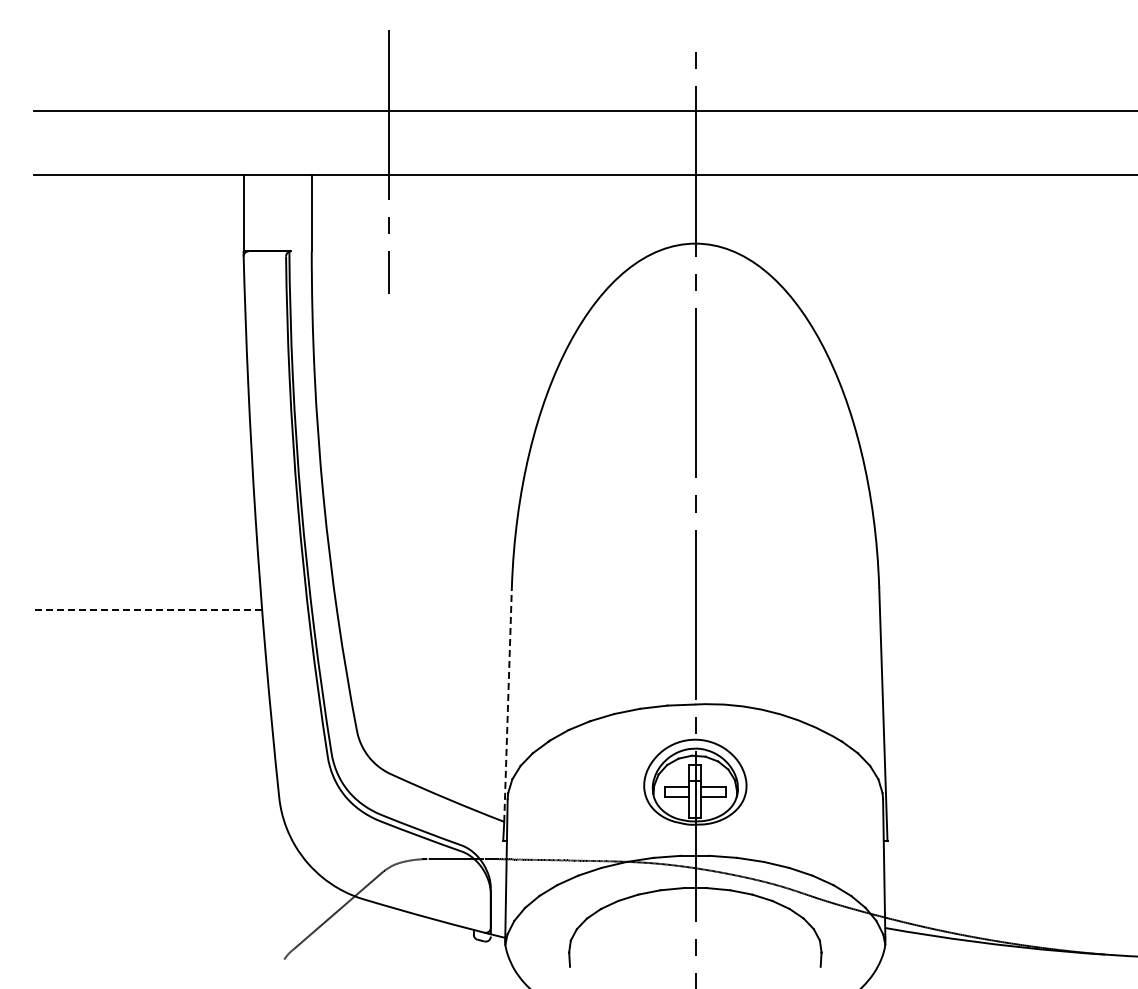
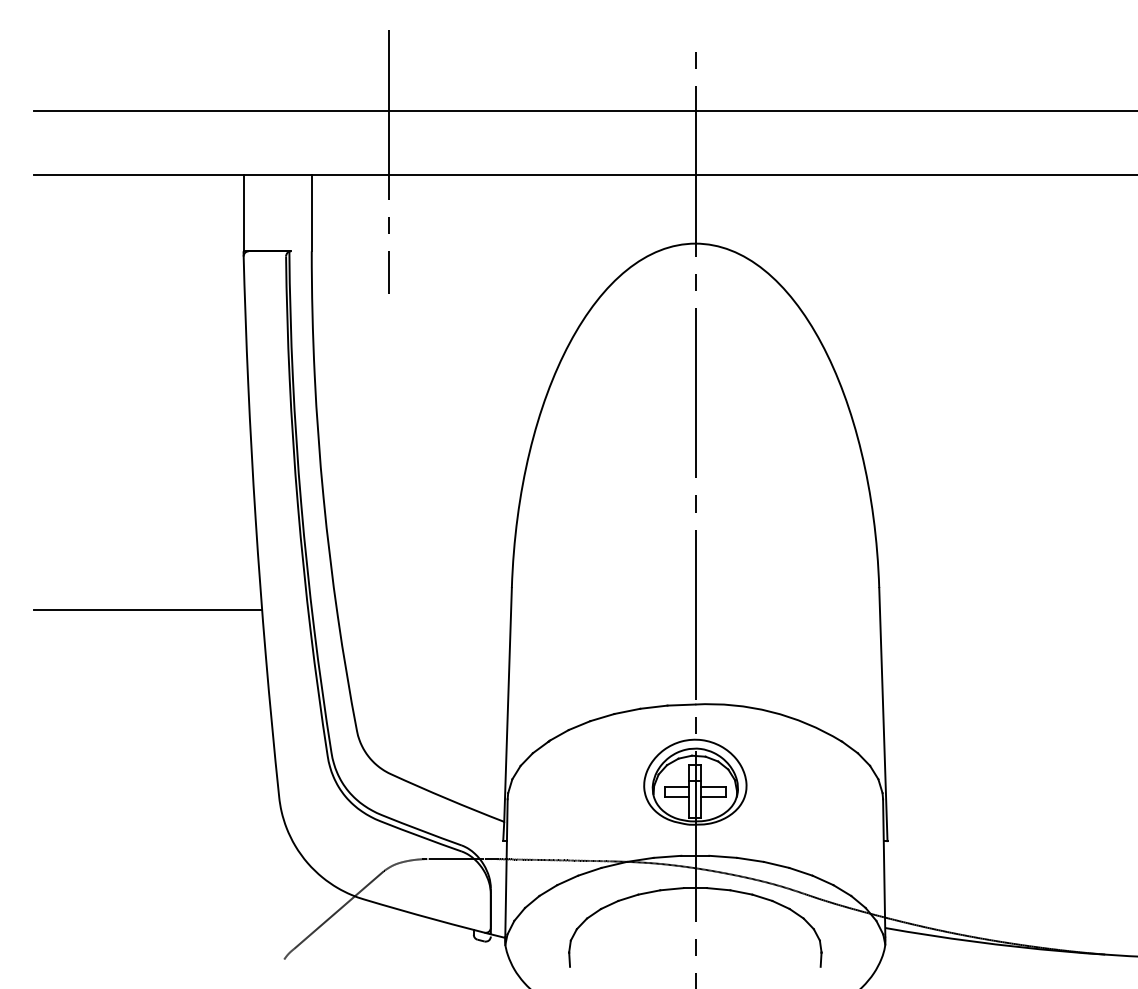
line at (148, 609): dashed -> solid
line at (508, 704): dashed -> solid
